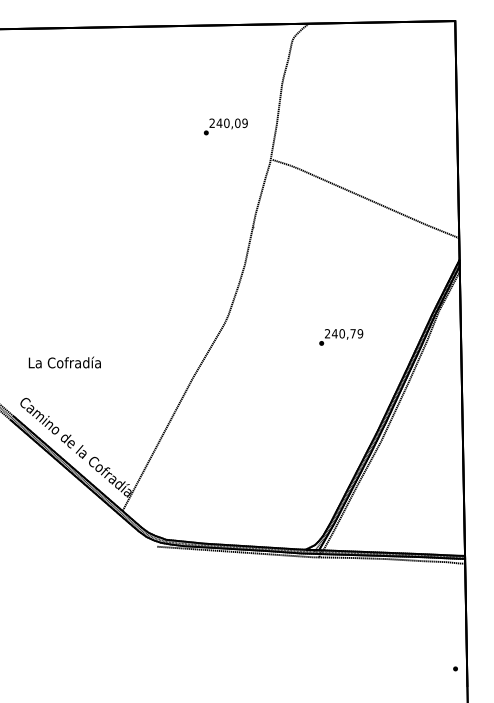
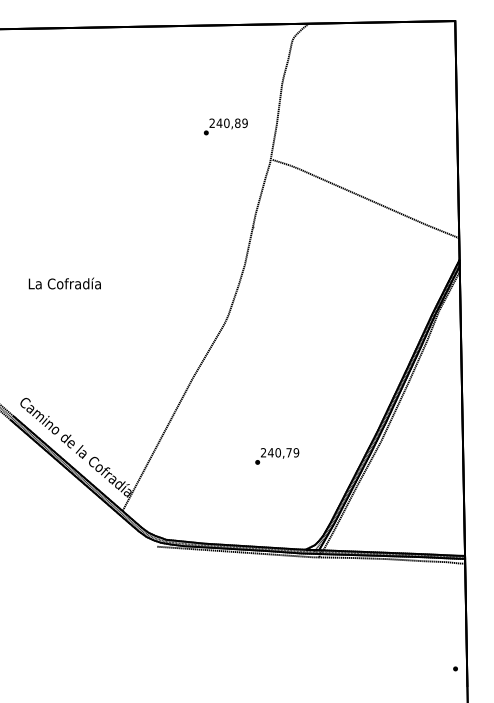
text at (237, 122): 240,09 -> 240,89
text at (341, 337) position: (341, 337) -> (277, 456)
text at (64, 362) position: (64, 362) -> (64, 283)
